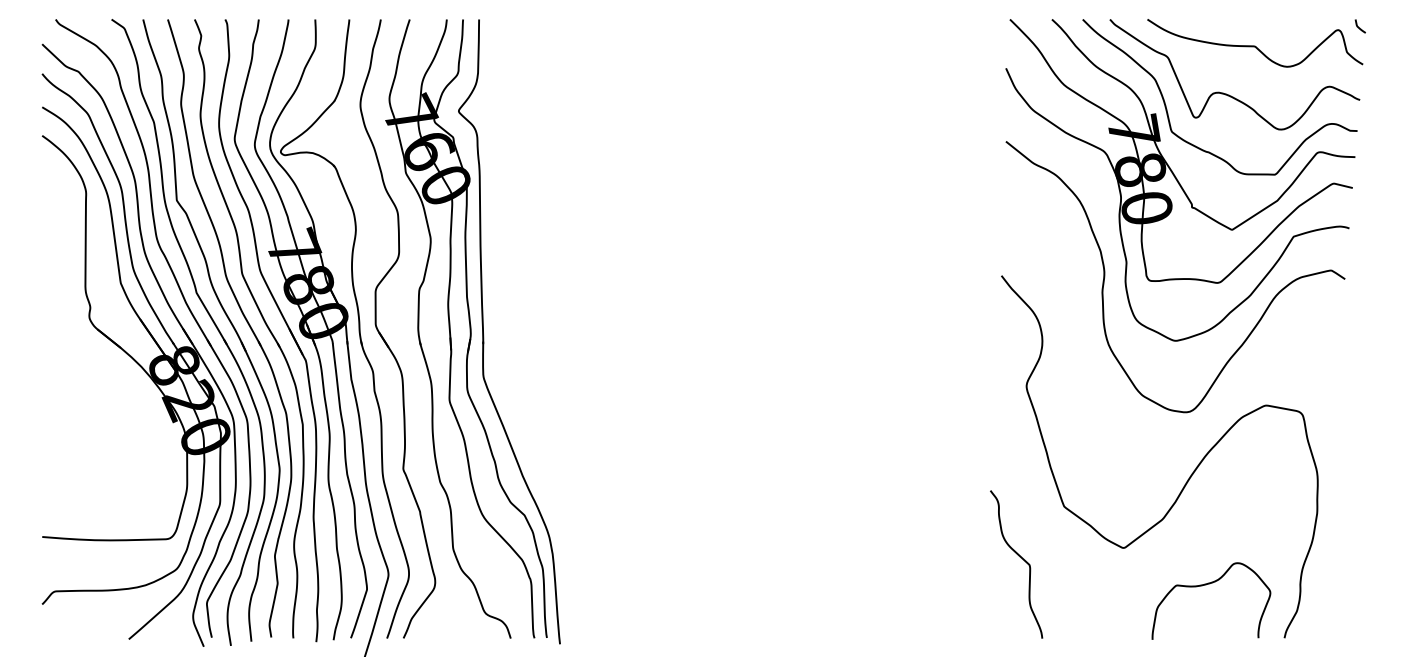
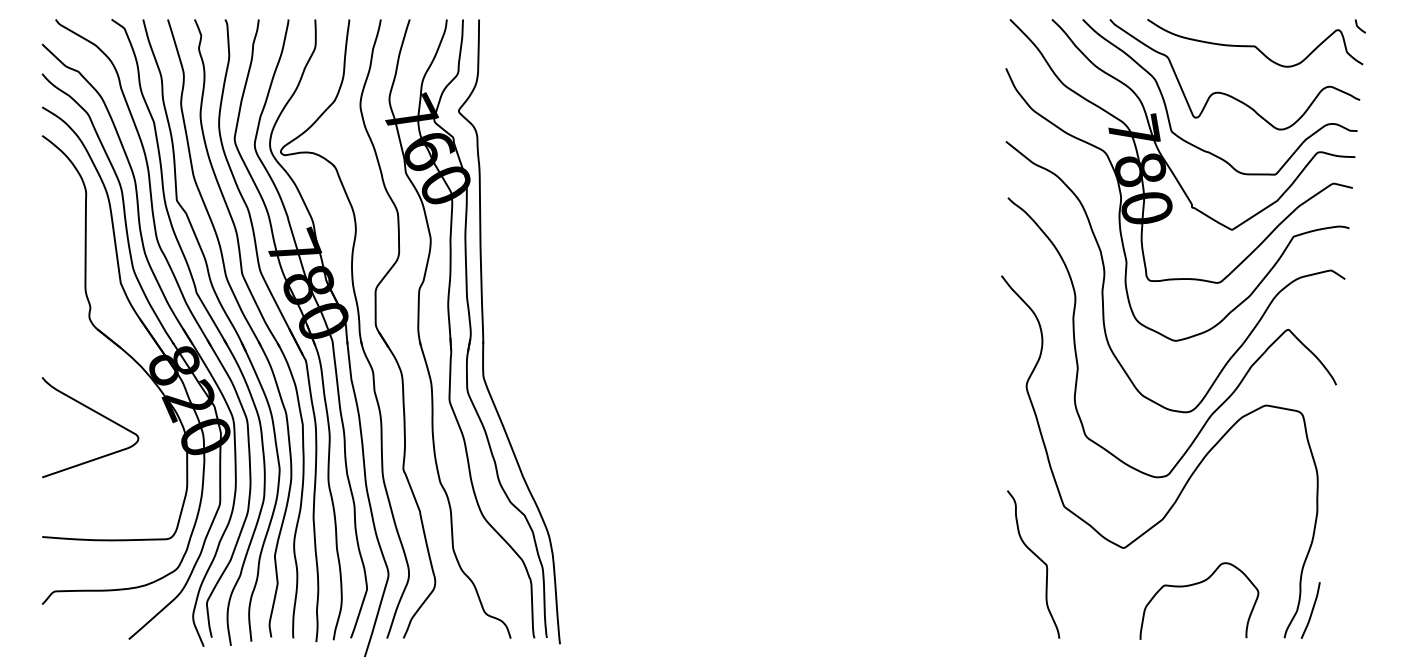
curve at (1236, 386): none -> present
curve at (96, 413): none -> present
curve at (1019, 557) position: (1019, 557) -> (1036, 557)
curve at (1206, 585) position: (1206, 585) -> (1194, 585)
curve at (1311, 610): none -> present
